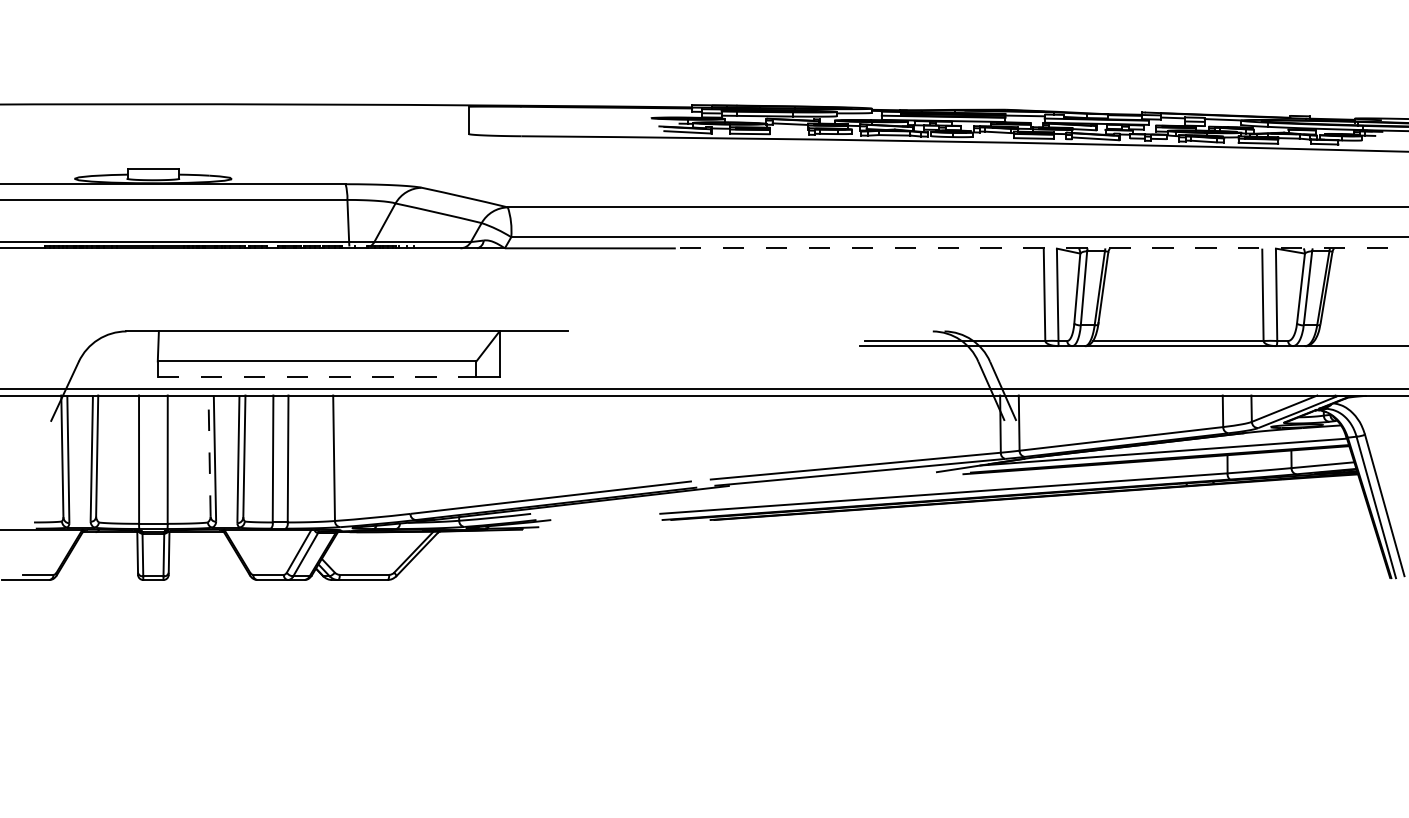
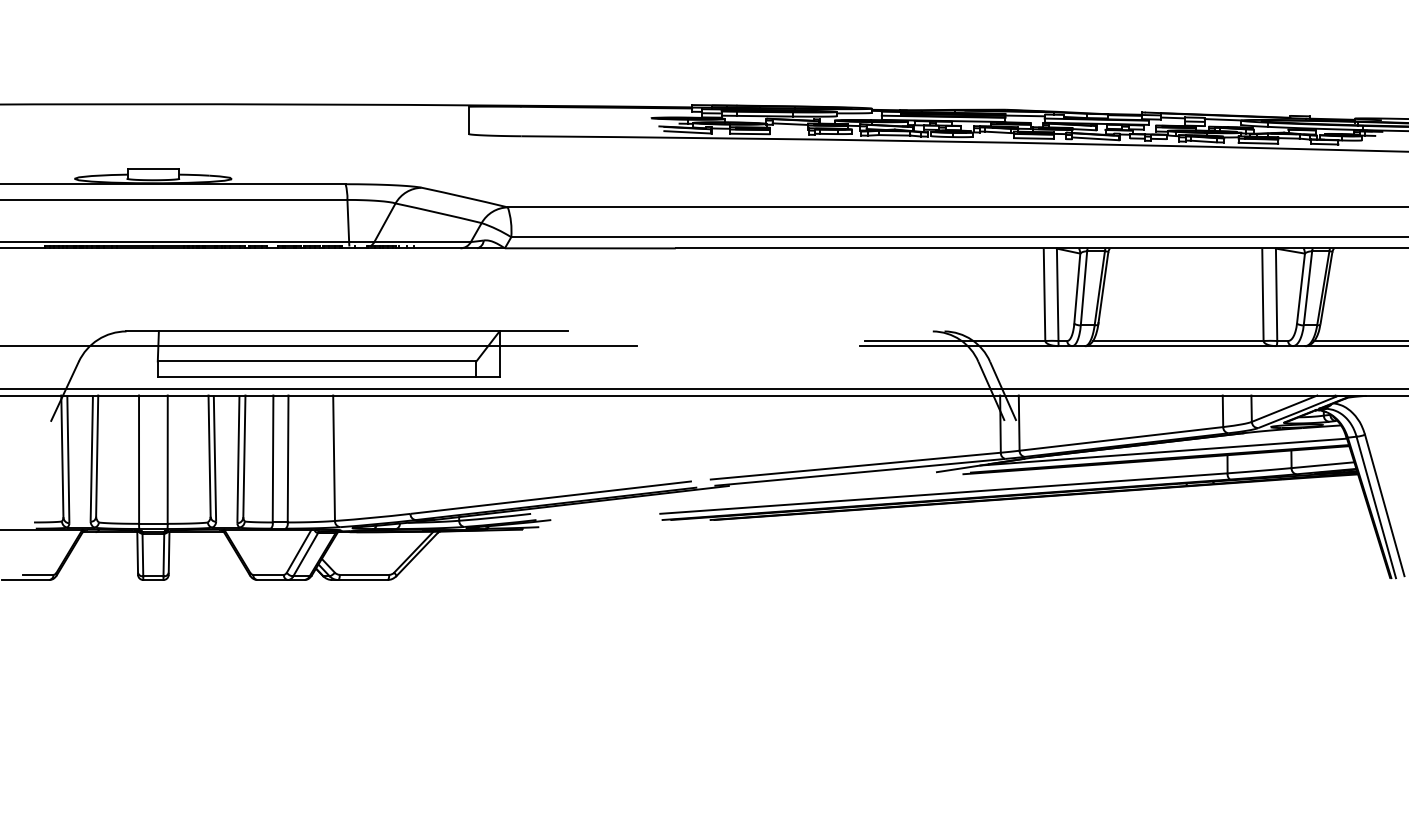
line at (1041, 248): dashed -> solid
line at (1359, 340): none -> present
line at (319, 346): none -> present
line at (317, 377): dashed -> solid
line at (209, 456): dashed -> solid
